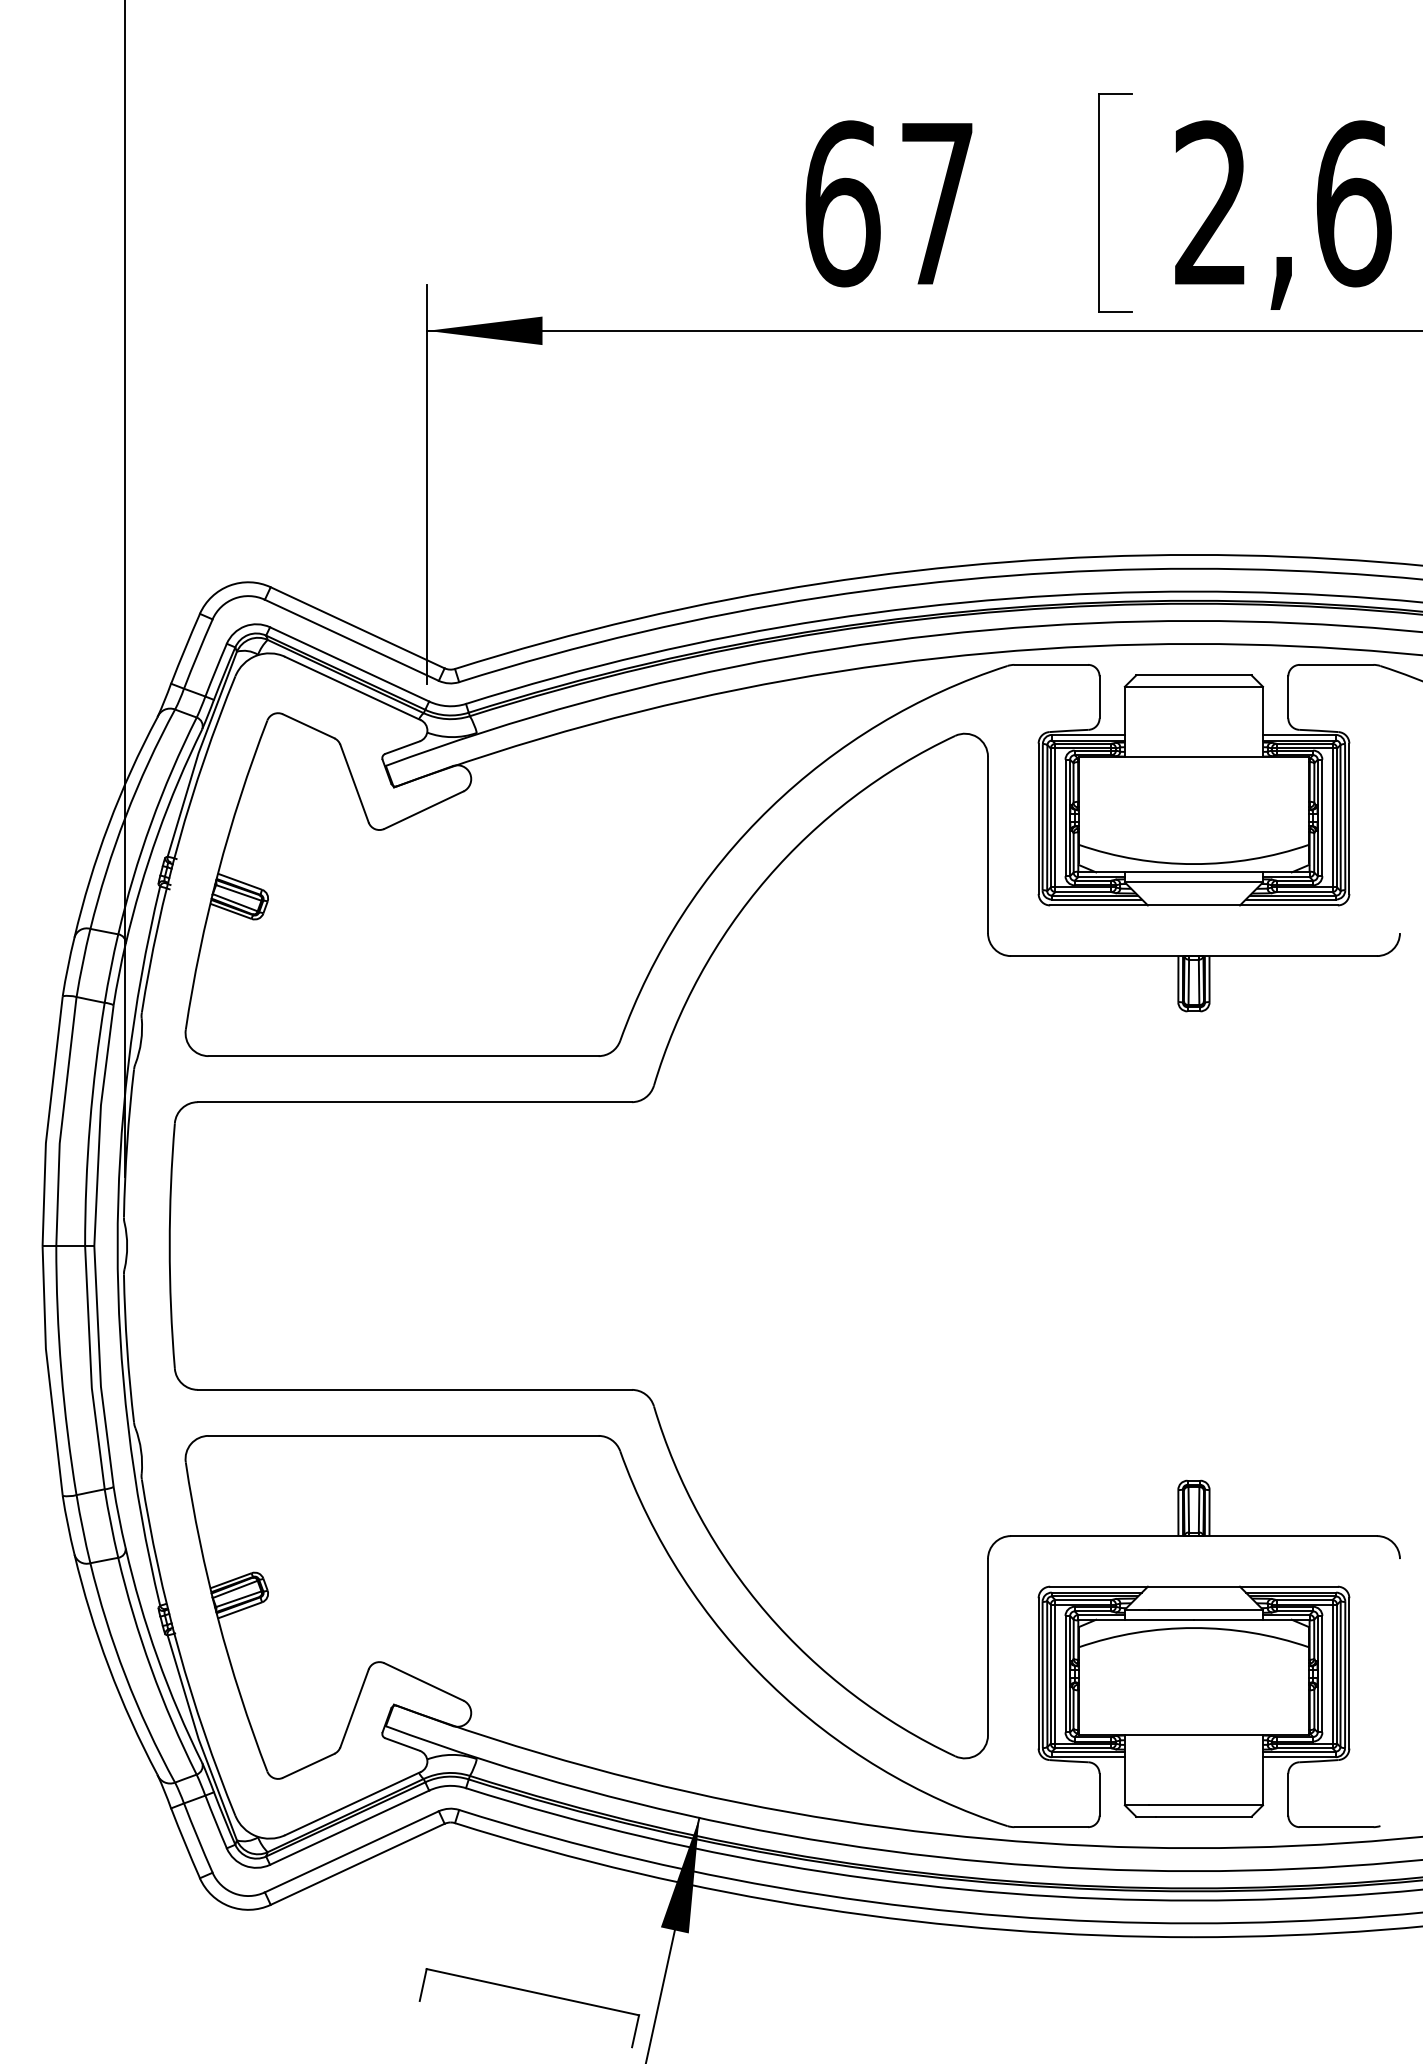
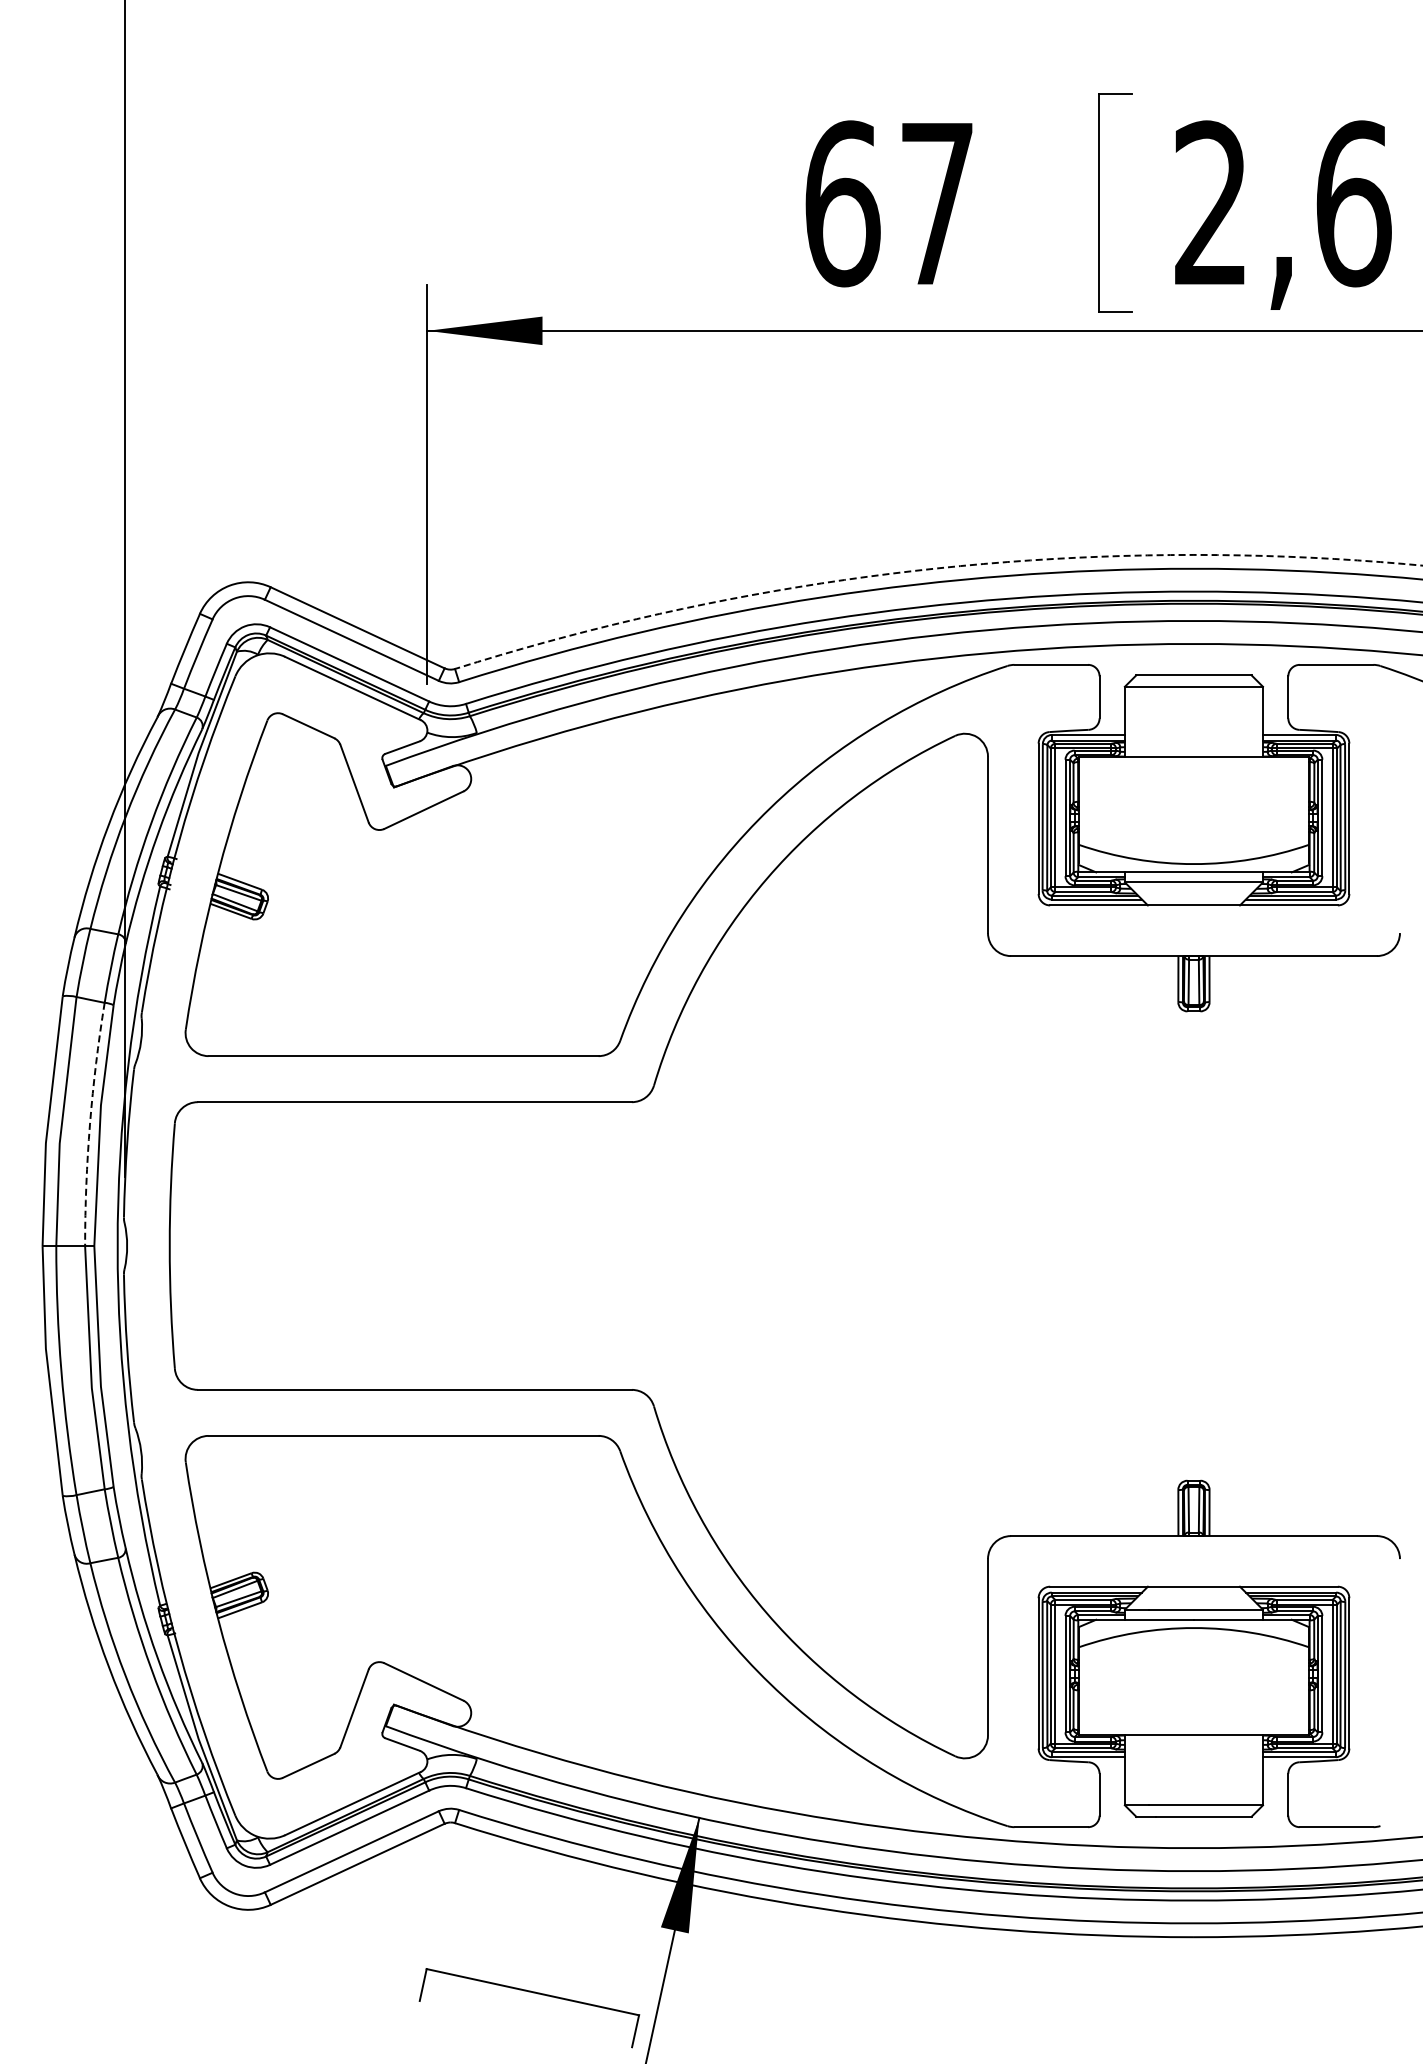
arc at (931, 569): solid -> dashed
arc at (90, 1124): solid -> dashed
